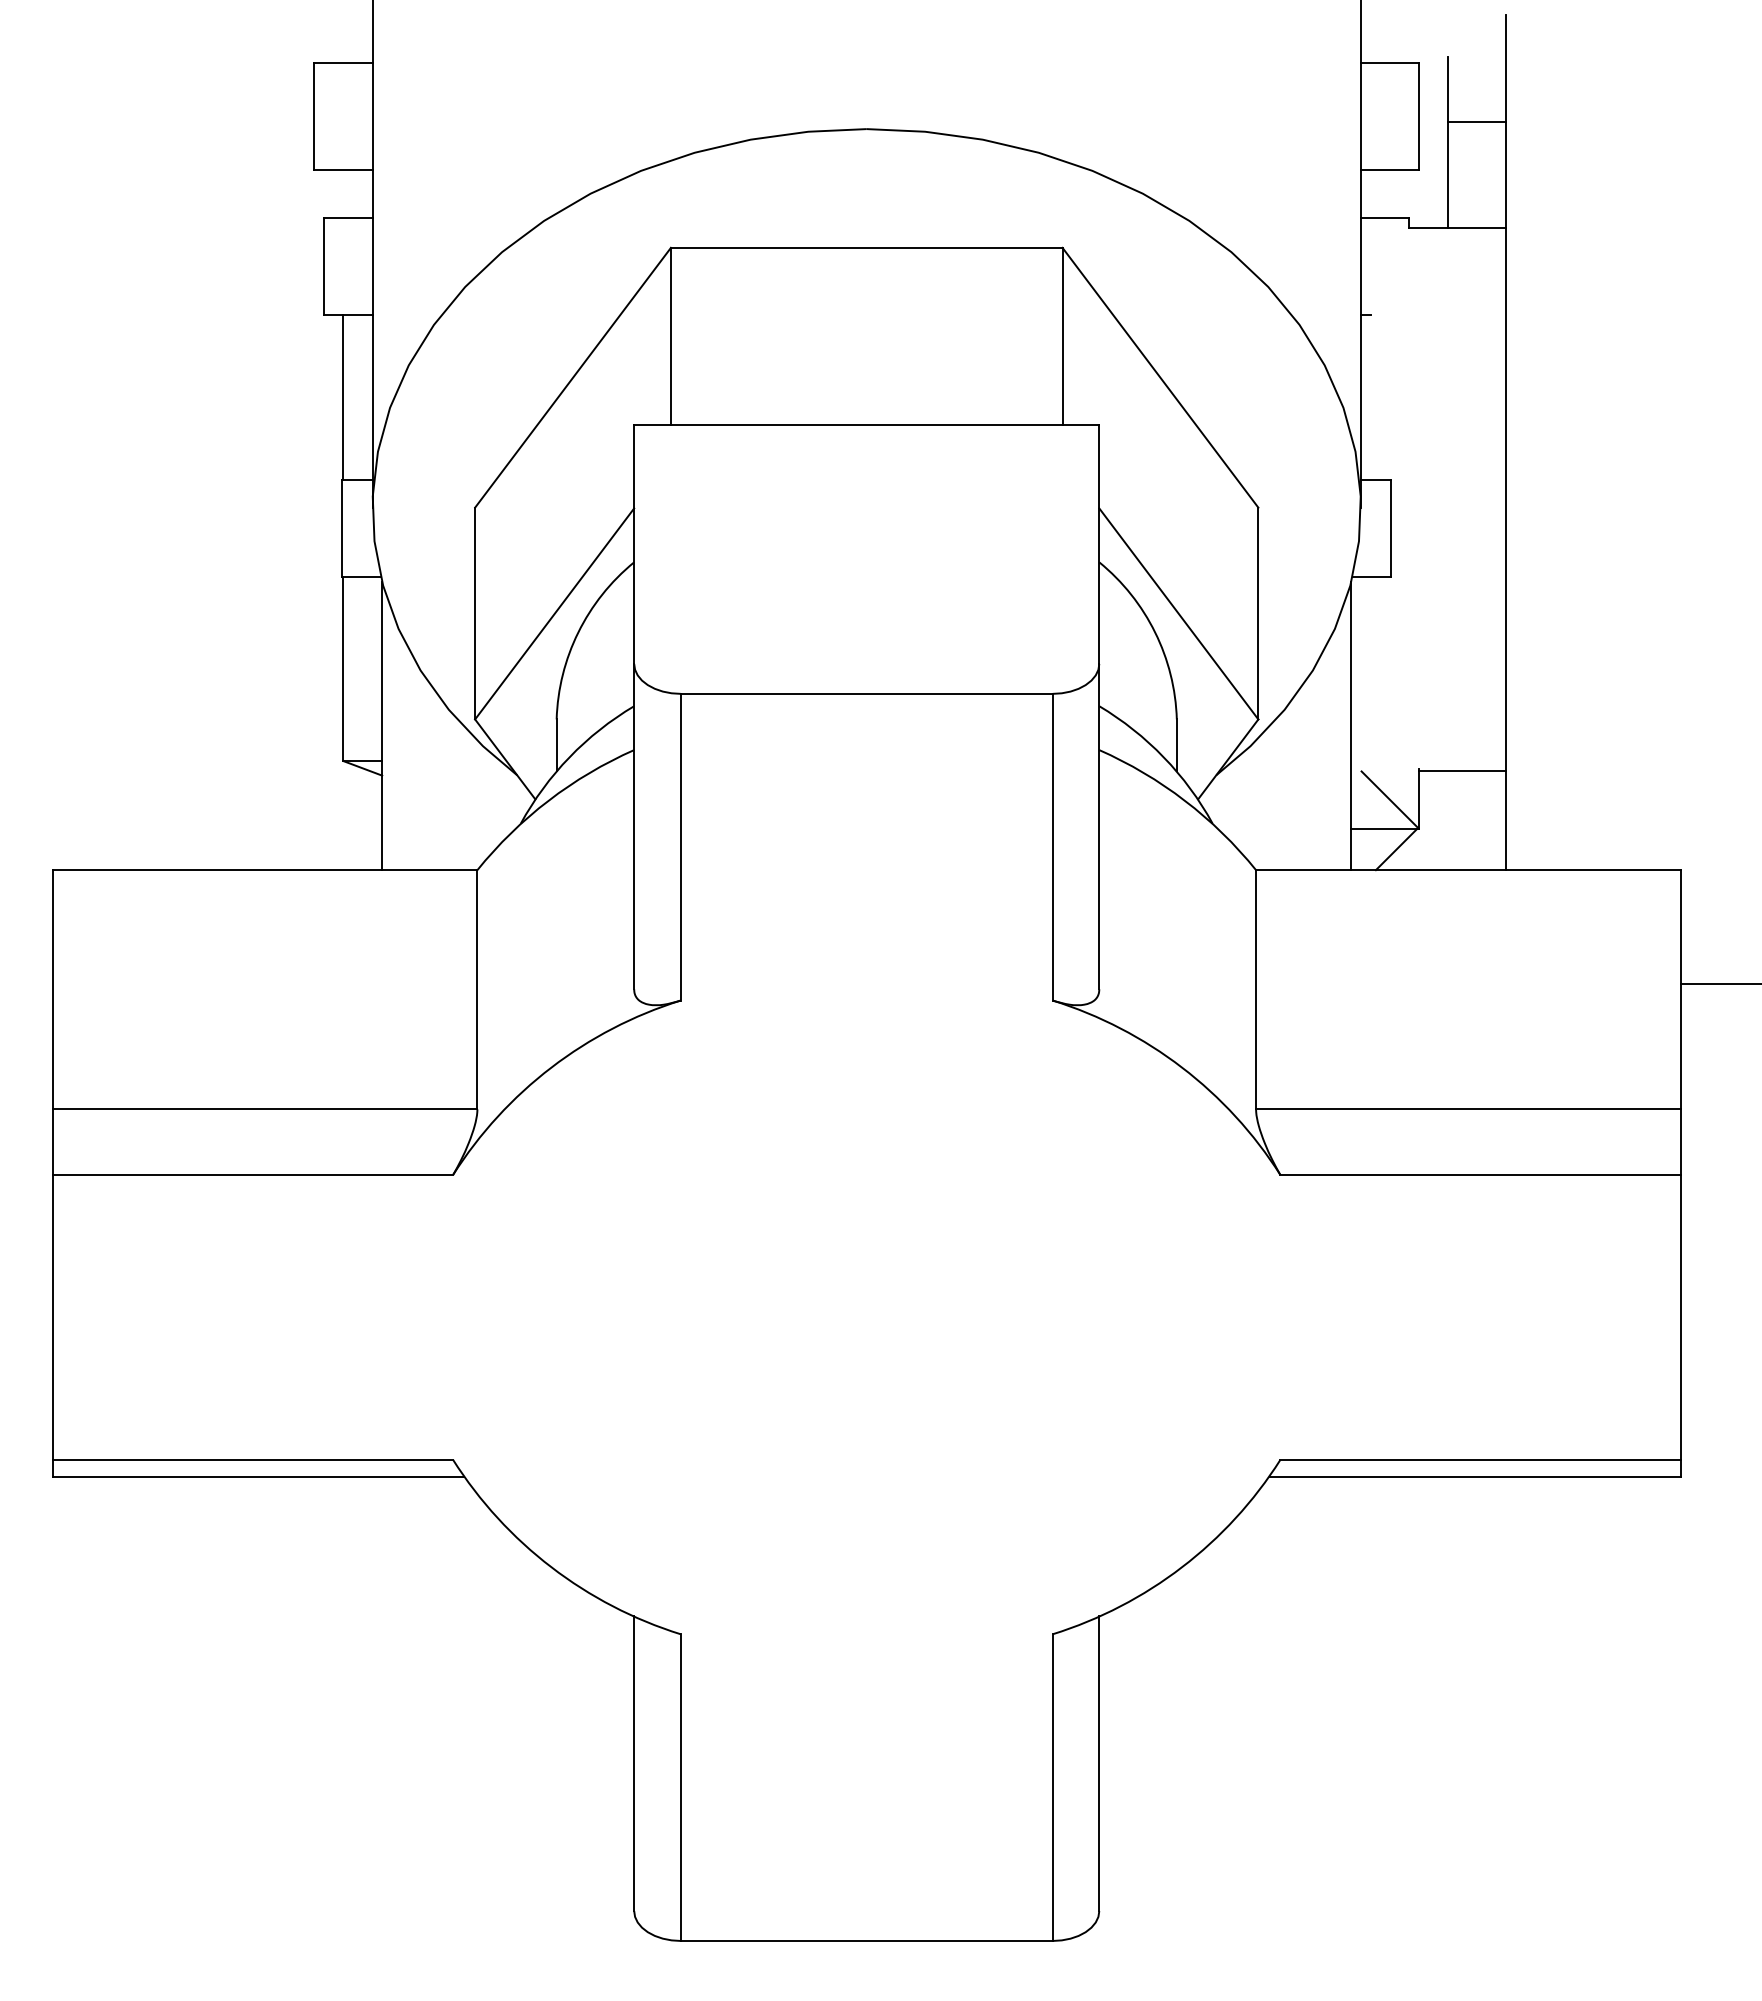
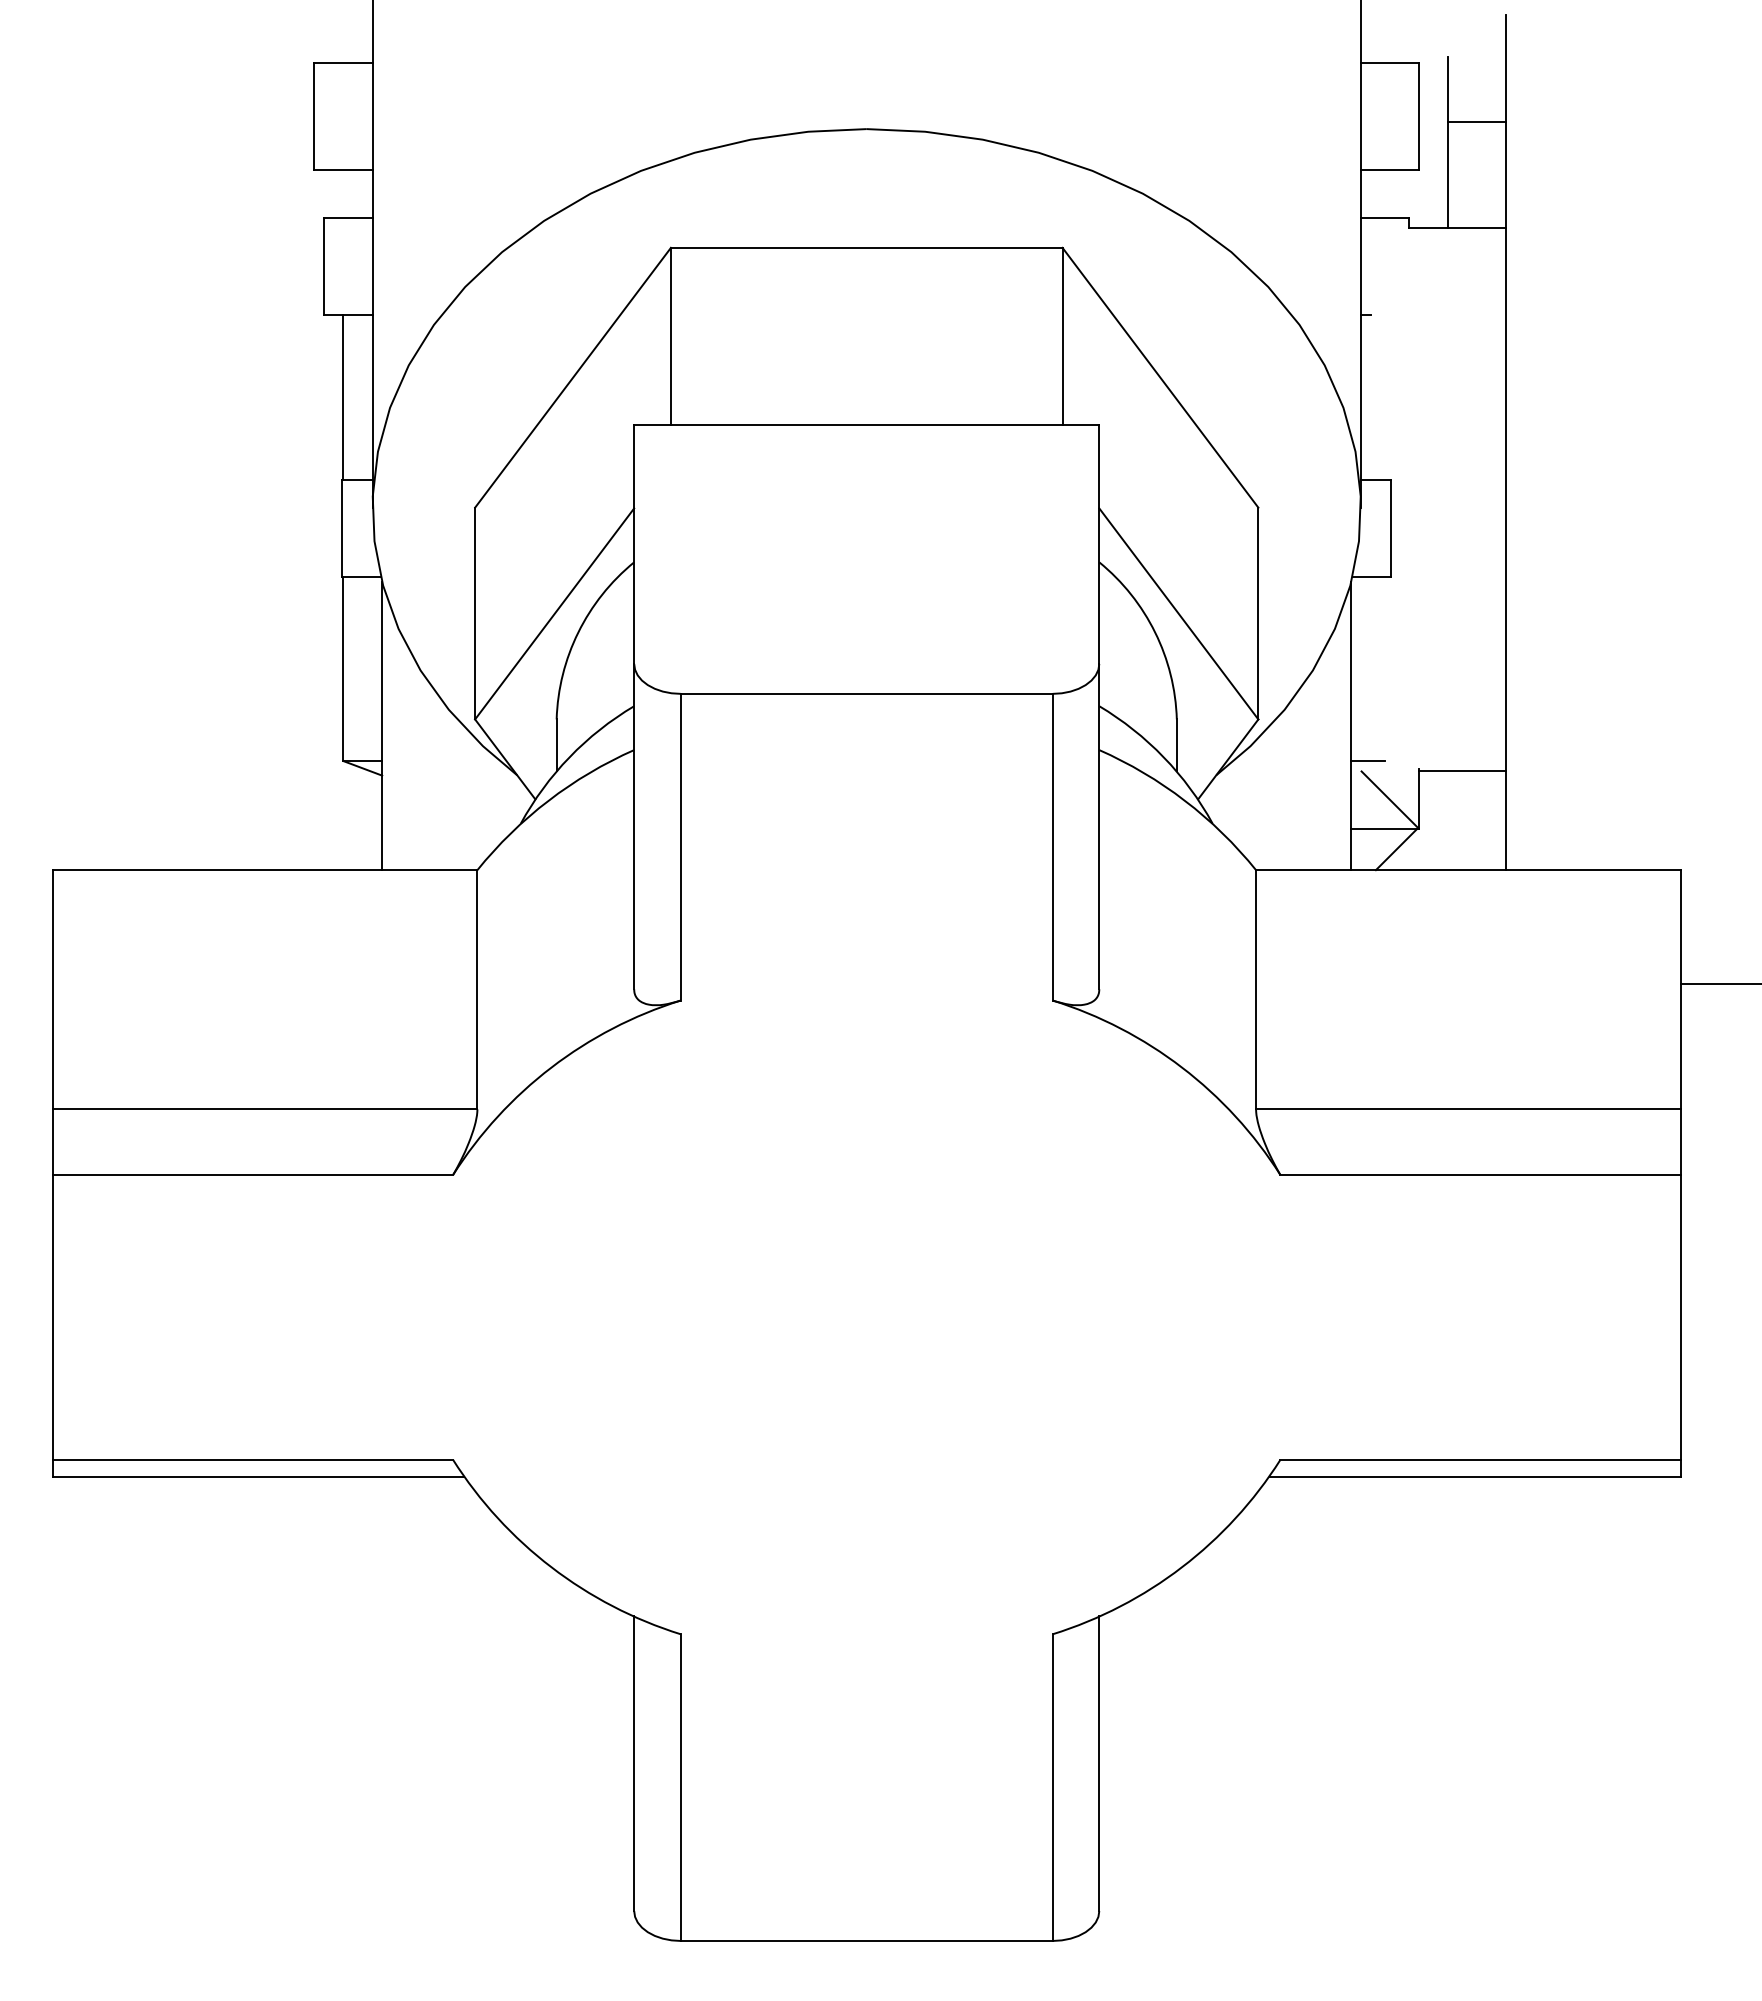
line at (1368, 761): none -> present
